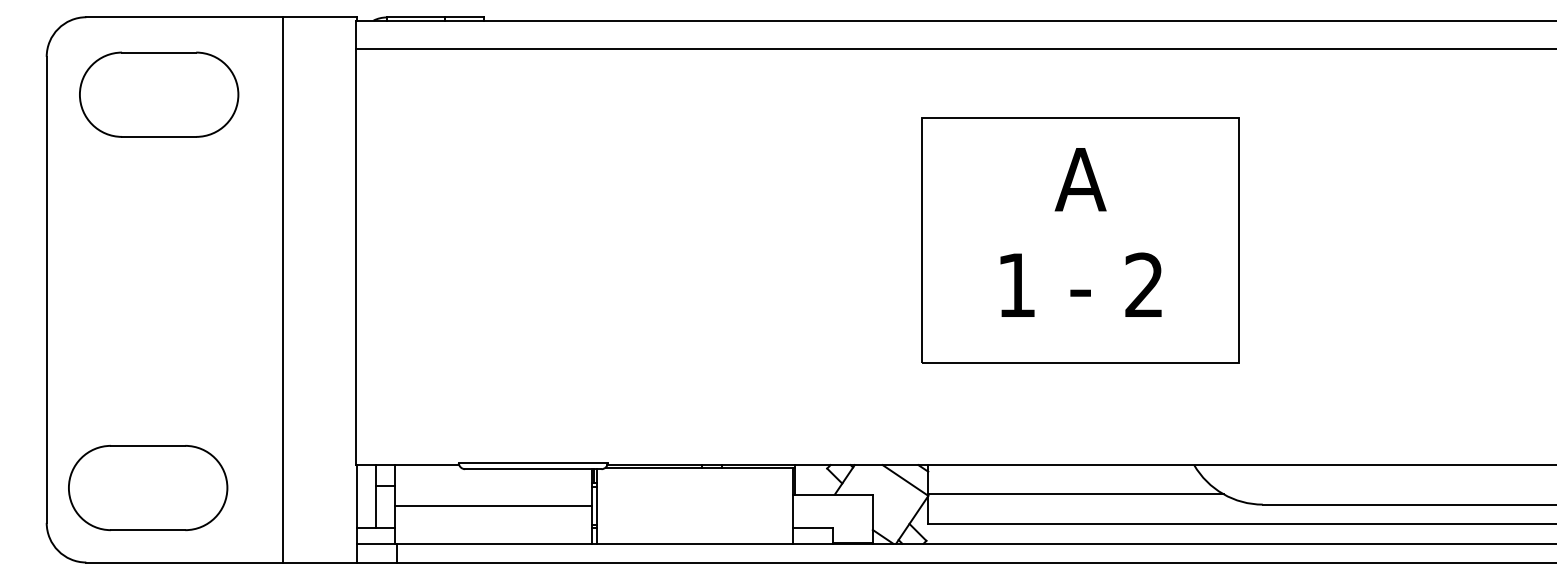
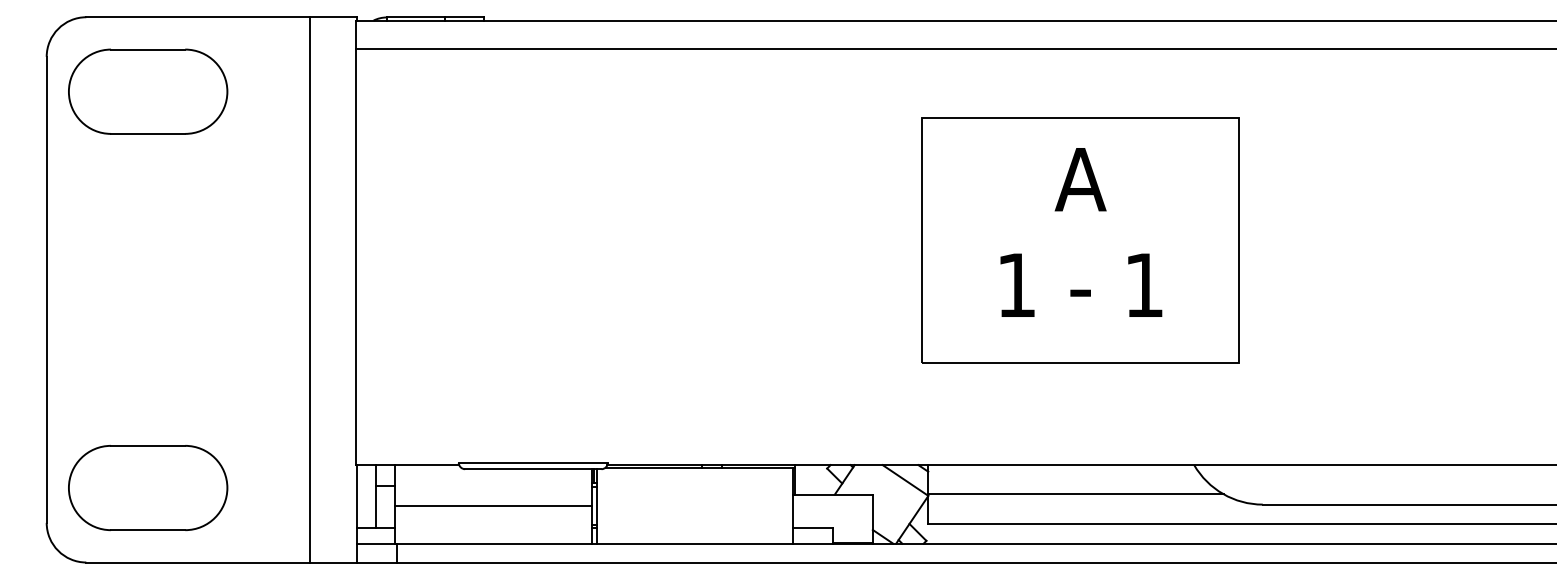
part at (159, 94) position: (159, 94) -> (148, 91)
text at (1143, 284): 2 -> 1
line at (282, 289) position: (282, 289) -> (309, 289)
